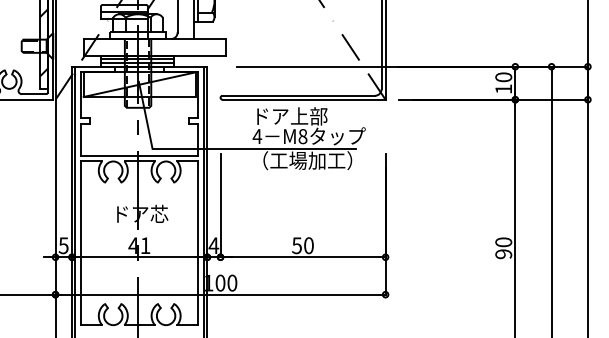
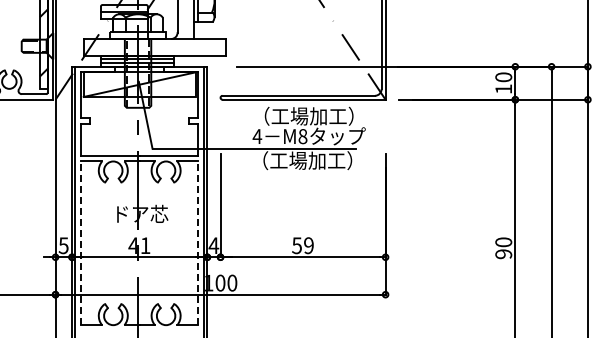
text at (305, 115): ドア上部 -> （工場加工）
line at (80, 243): solid -> dashed
line at (198, 243): solid -> dashed
text at (308, 245): 50 -> 59
